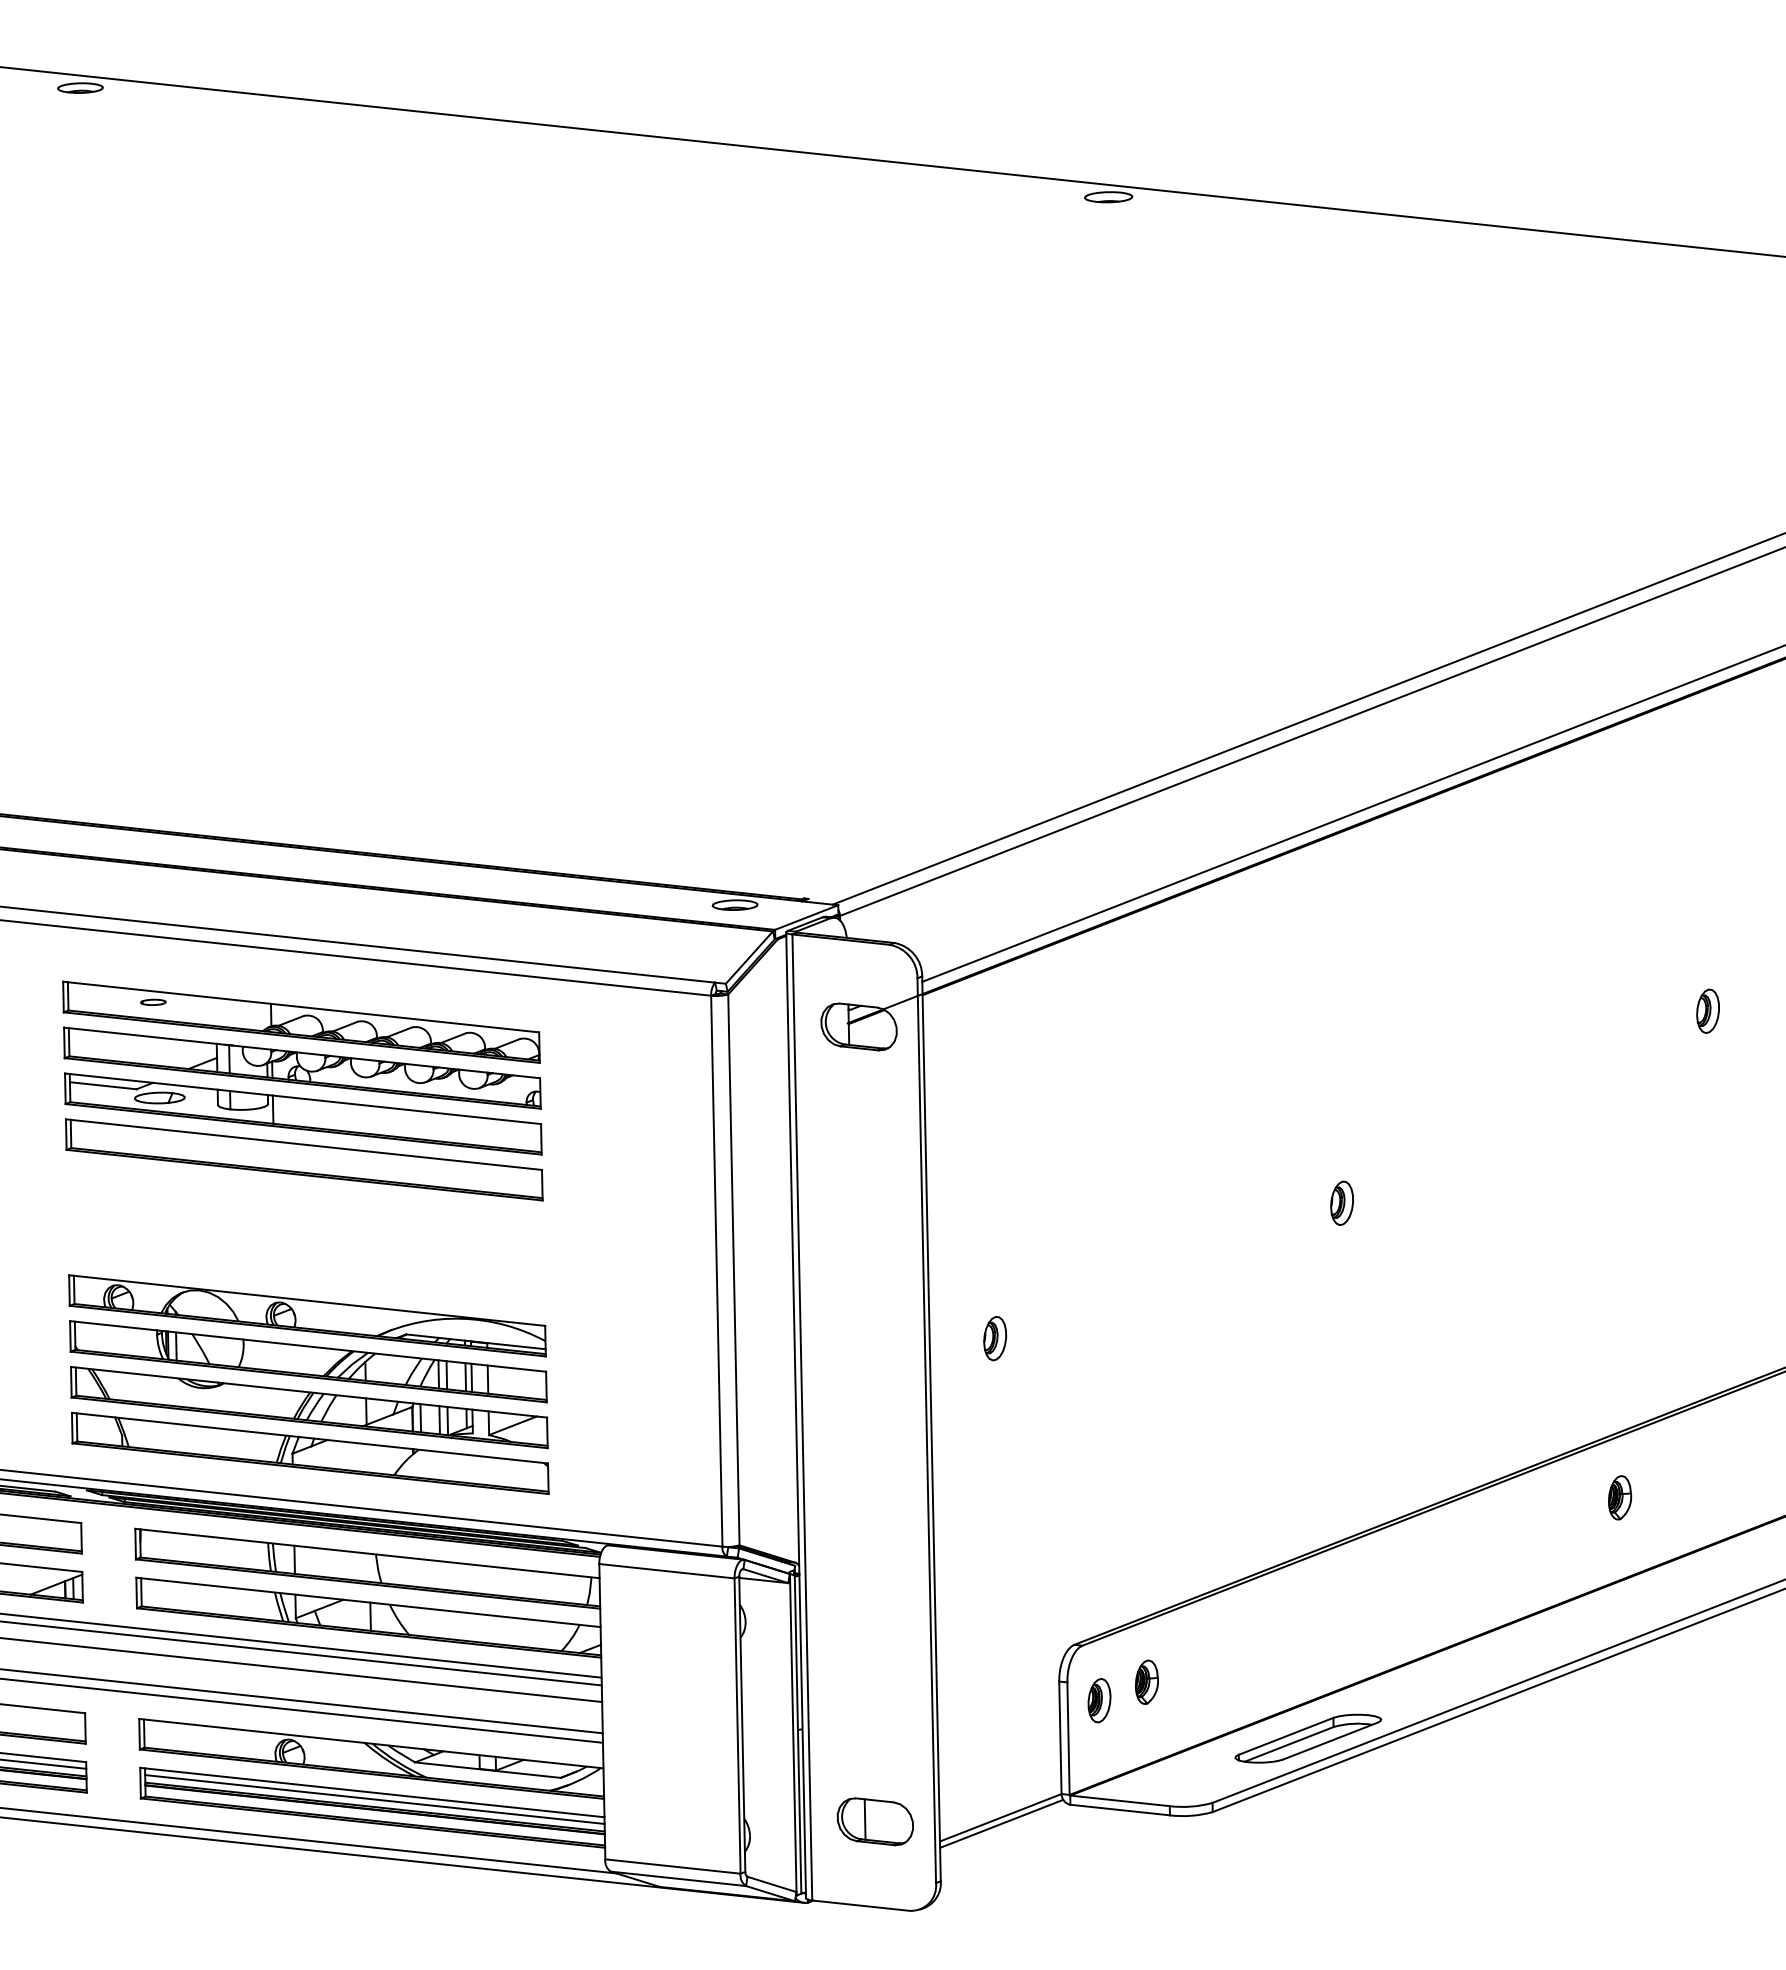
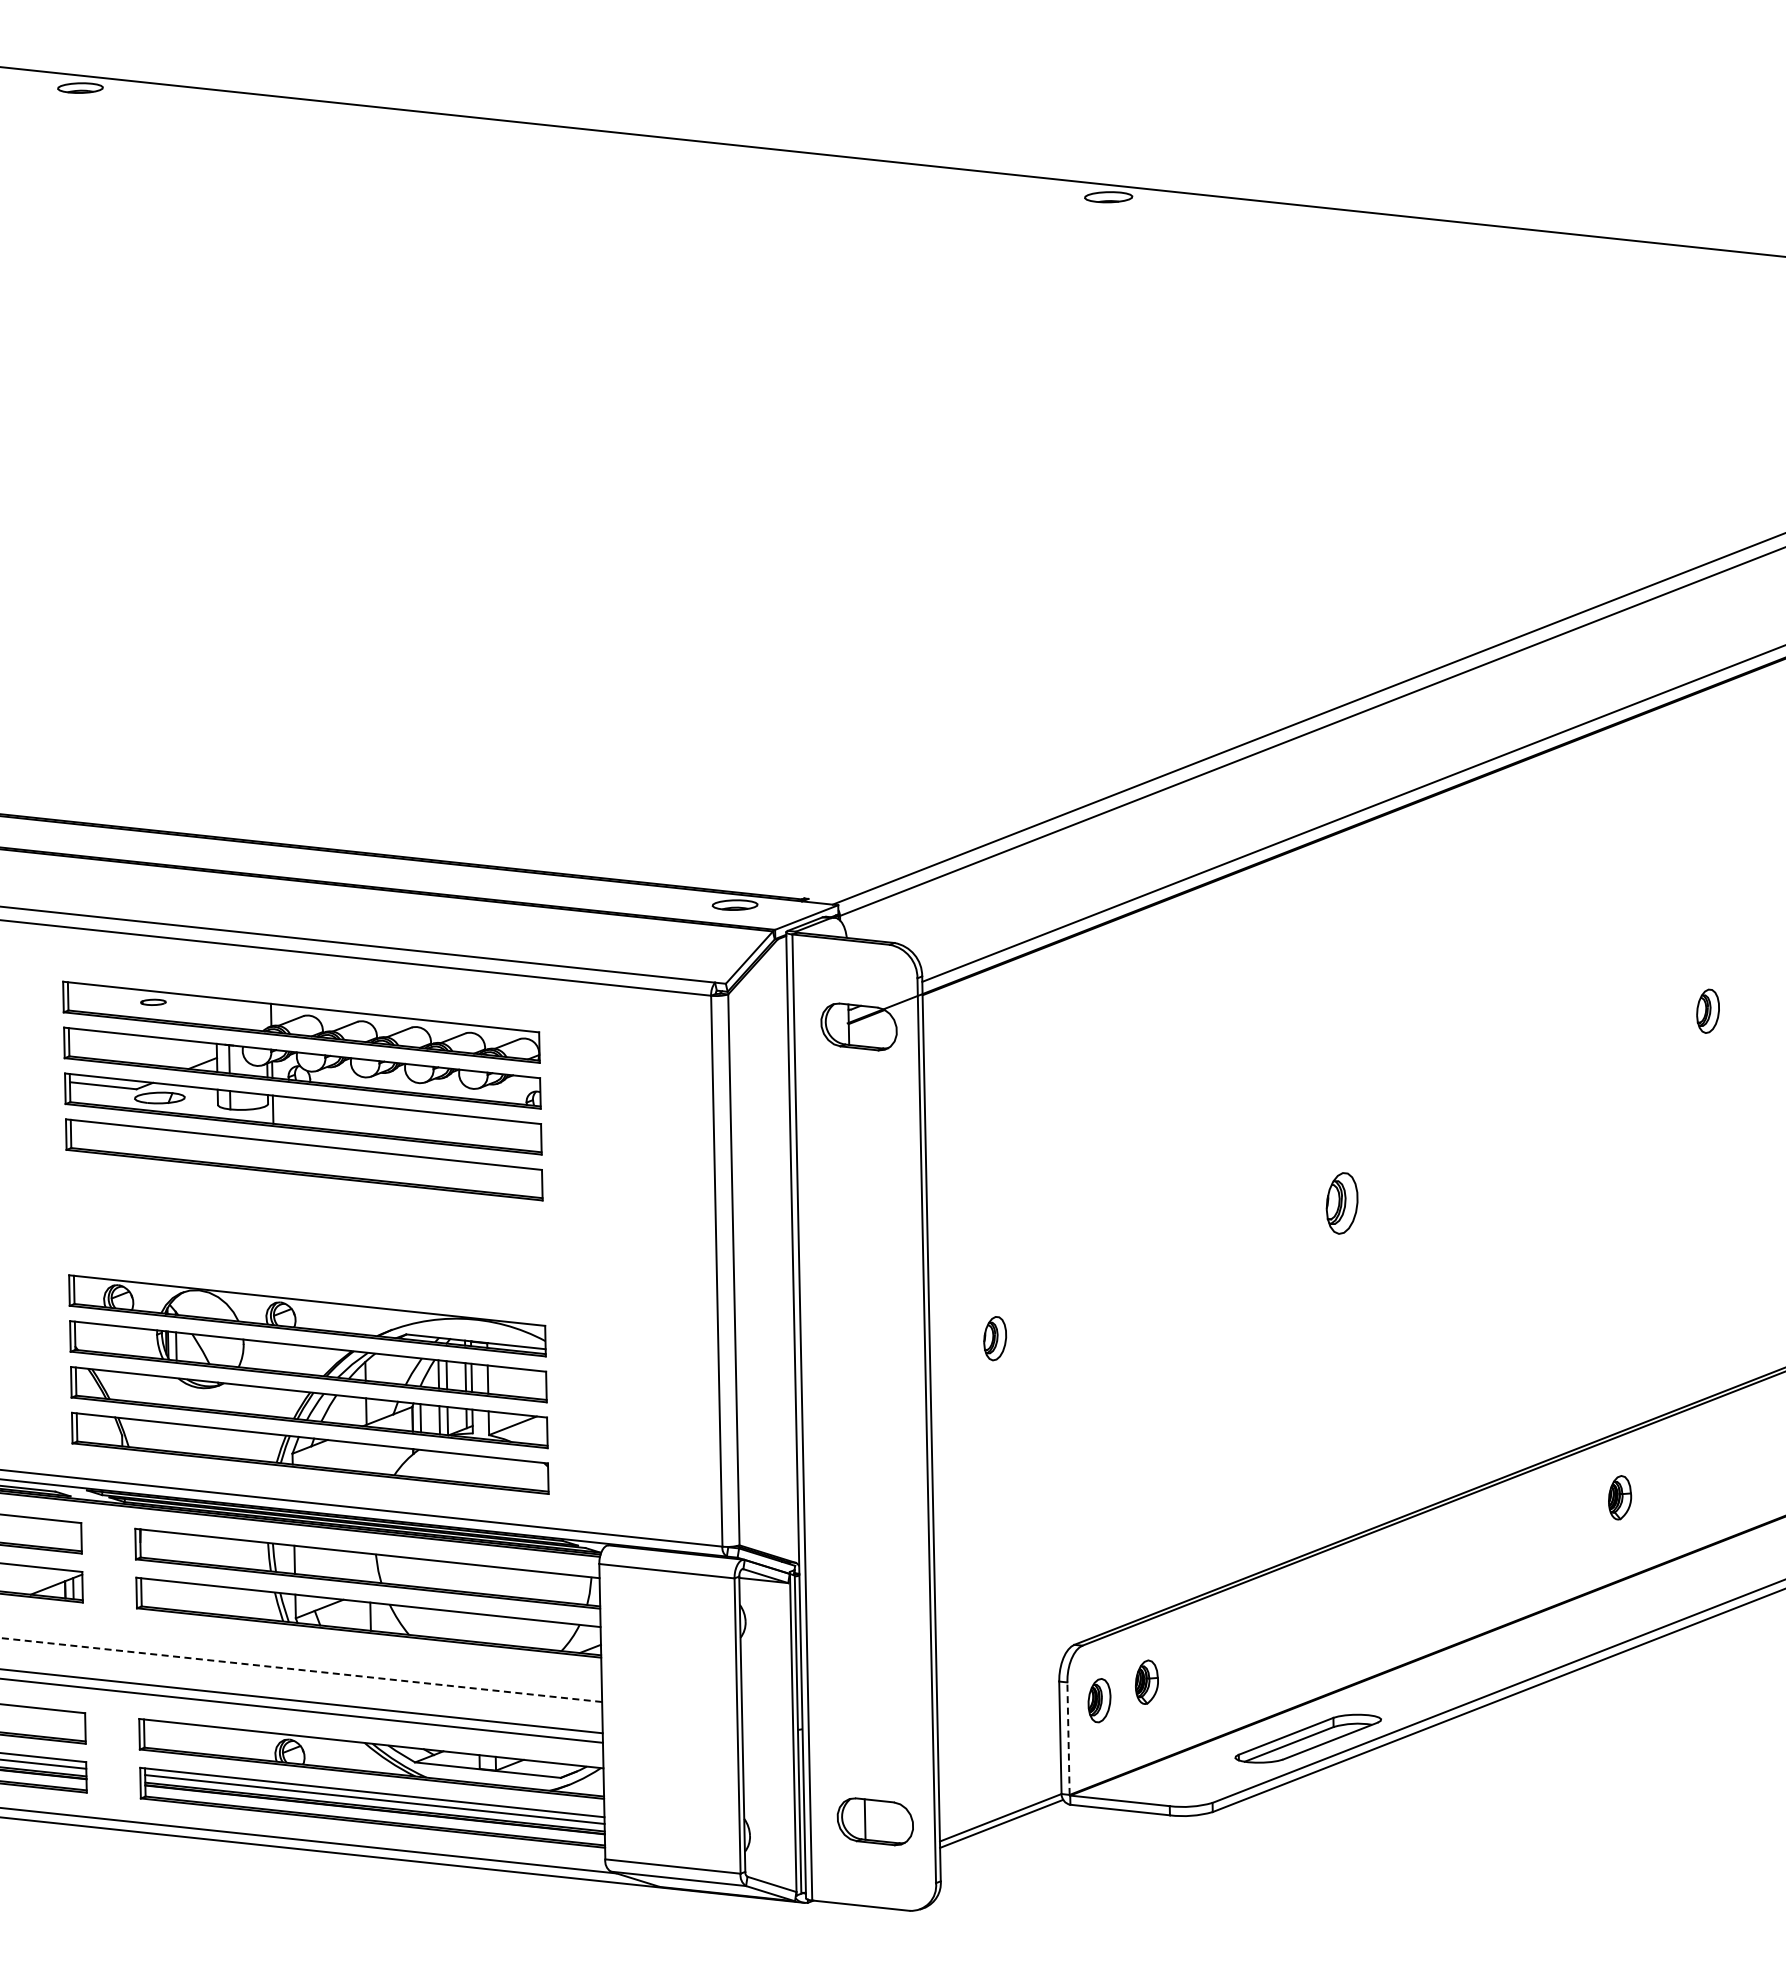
part at (1341, 1202) size: 24x46 px -> 34x63 px
line at (301, 1645): present -> none
line at (301, 1653): present -> none
line at (300, 1669): solid -> dashed
line at (1068, 1738): solid -> dashed
